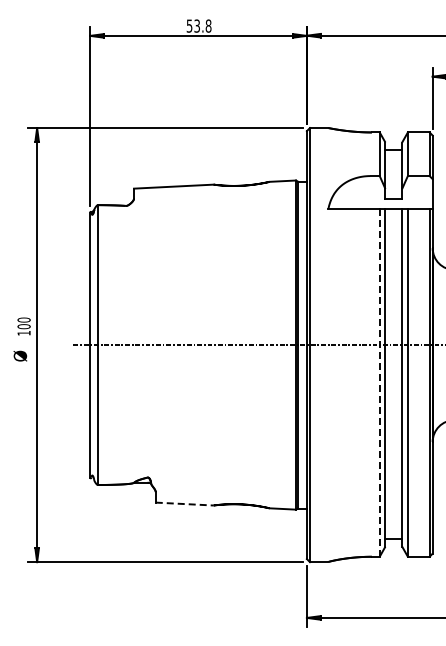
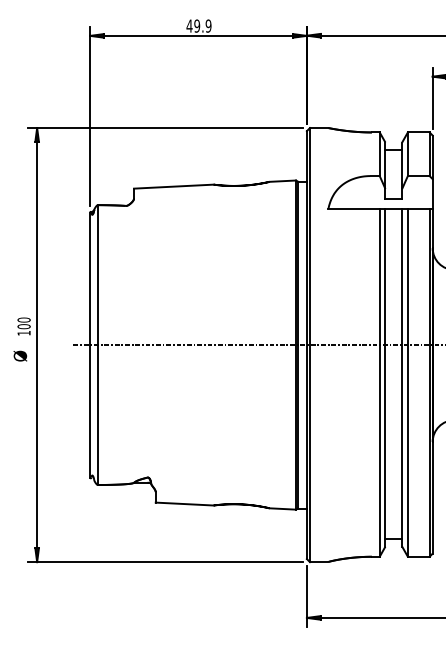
text at (198, 25): 53.8 -> 49.9
line at (379, 382): dashed -> solid
line at (184, 504): dashed -> solid
